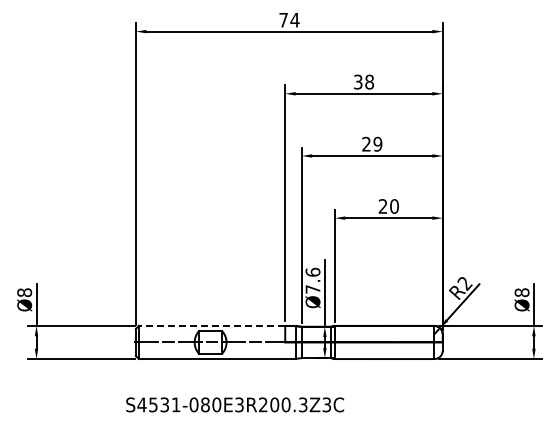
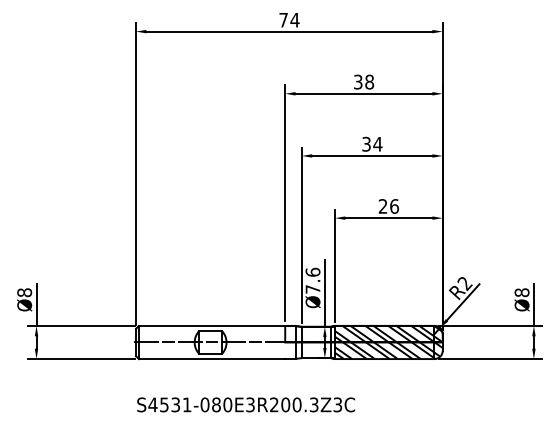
text at (372, 143): 29 -> 34
text at (394, 206): 20 -> 26
line at (211, 325): dashed -> solid
hatch at (388, 342): none -> present
text at (235, 404) position: (235, 404) -> (246, 404)
